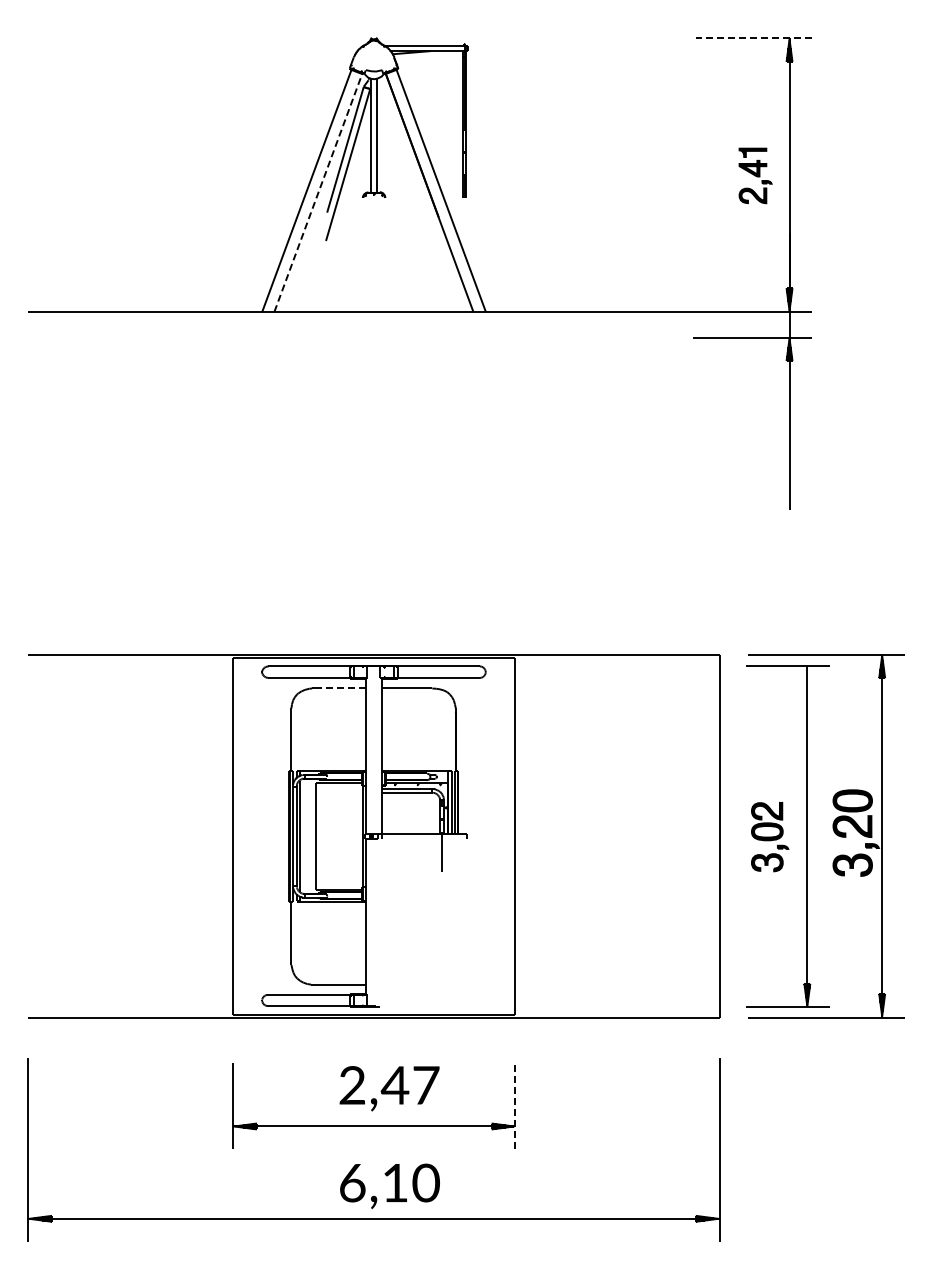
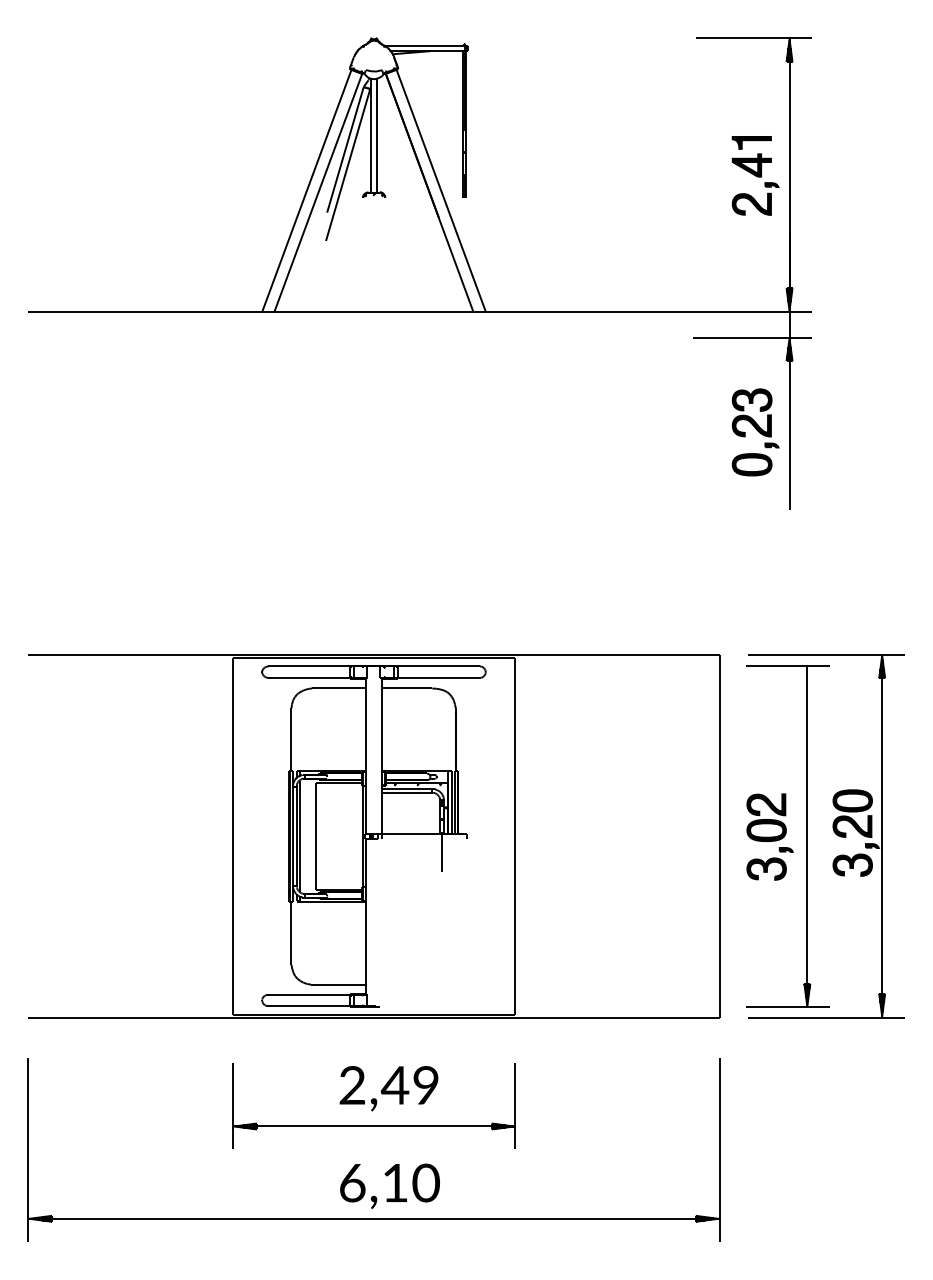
line at (753, 38): dashed -> solid
part at (755, 175) size: 35x58 px -> 49x80 px
line at (318, 192): dashed -> solid
part at (755, 432): none -> present
line at (340, 688): dashed -> solid
part at (770, 837) size: 39x71 px -> 48x88 px
text at (426, 1085): 2,47 -> 2,49
line at (515, 1106): dashed -> solid
